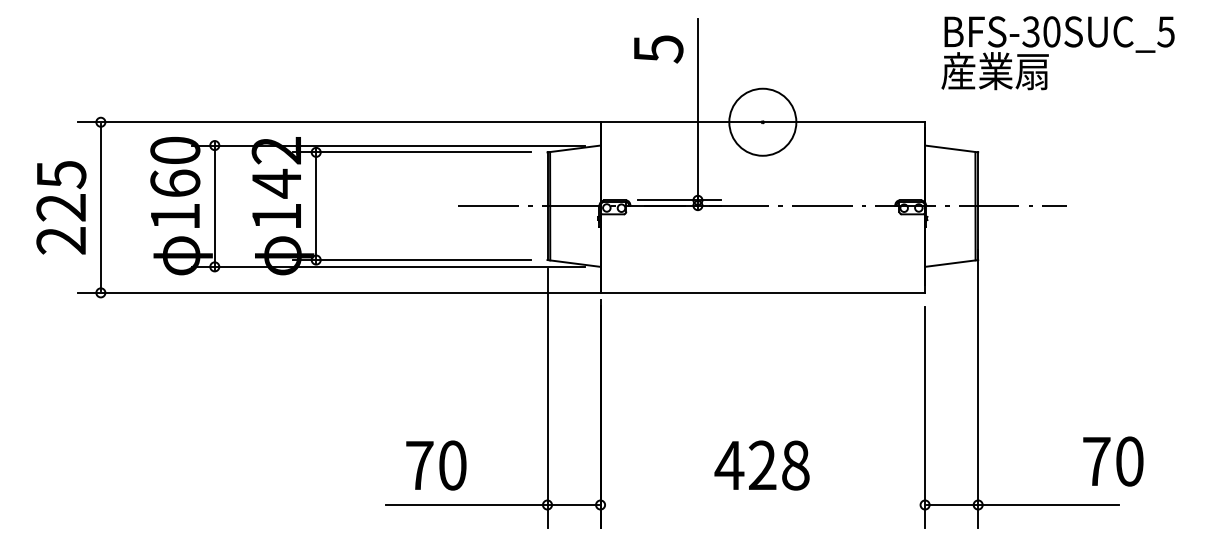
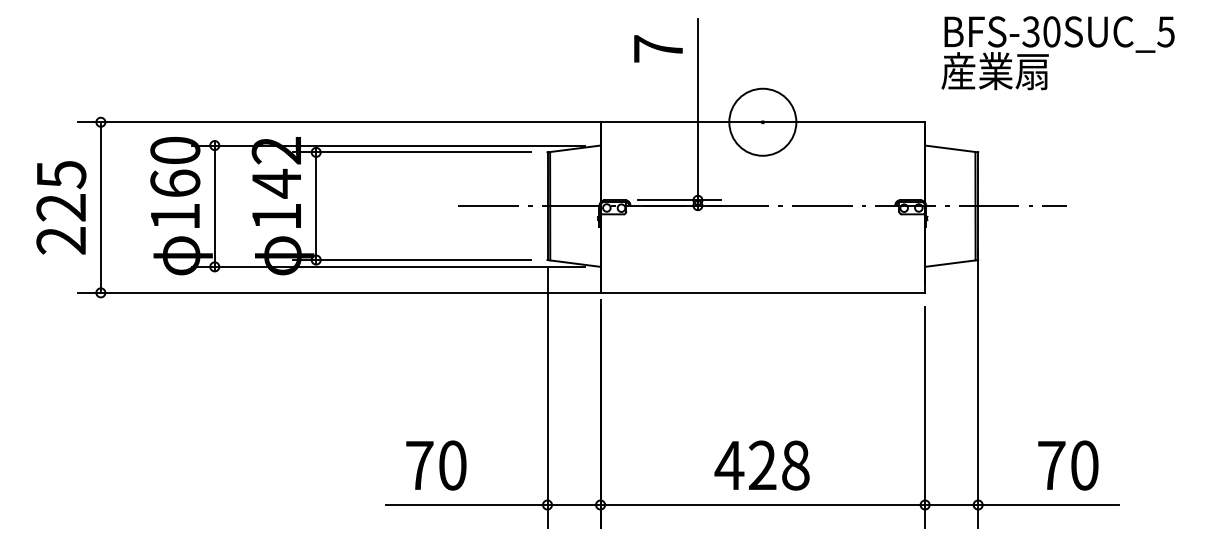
text at (658, 49): 5 -> 7
text at (1113, 461) position: (1113, 461) -> (1068, 465)
line at (762, 505): none -> present
